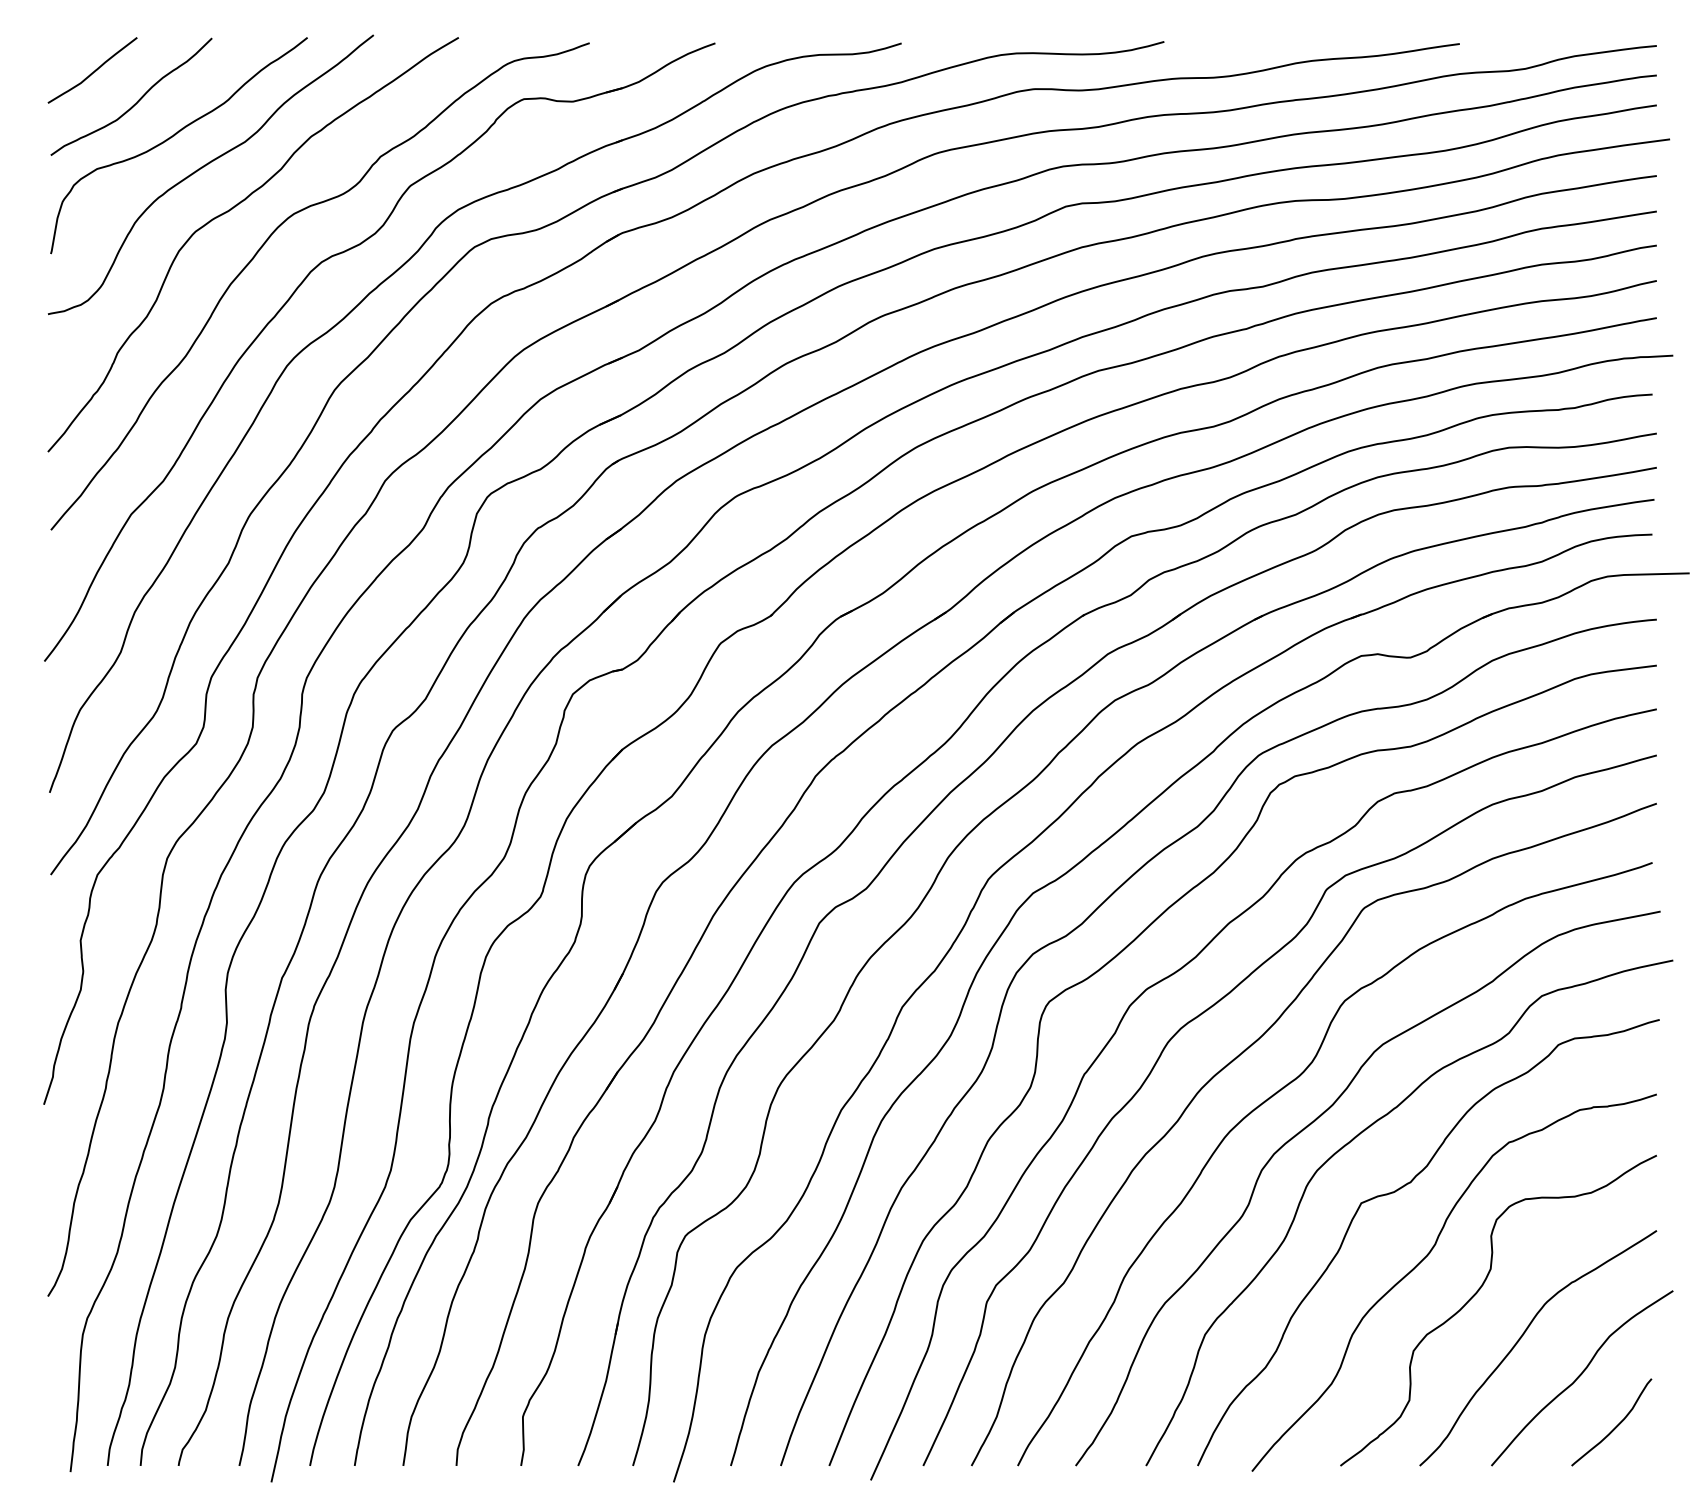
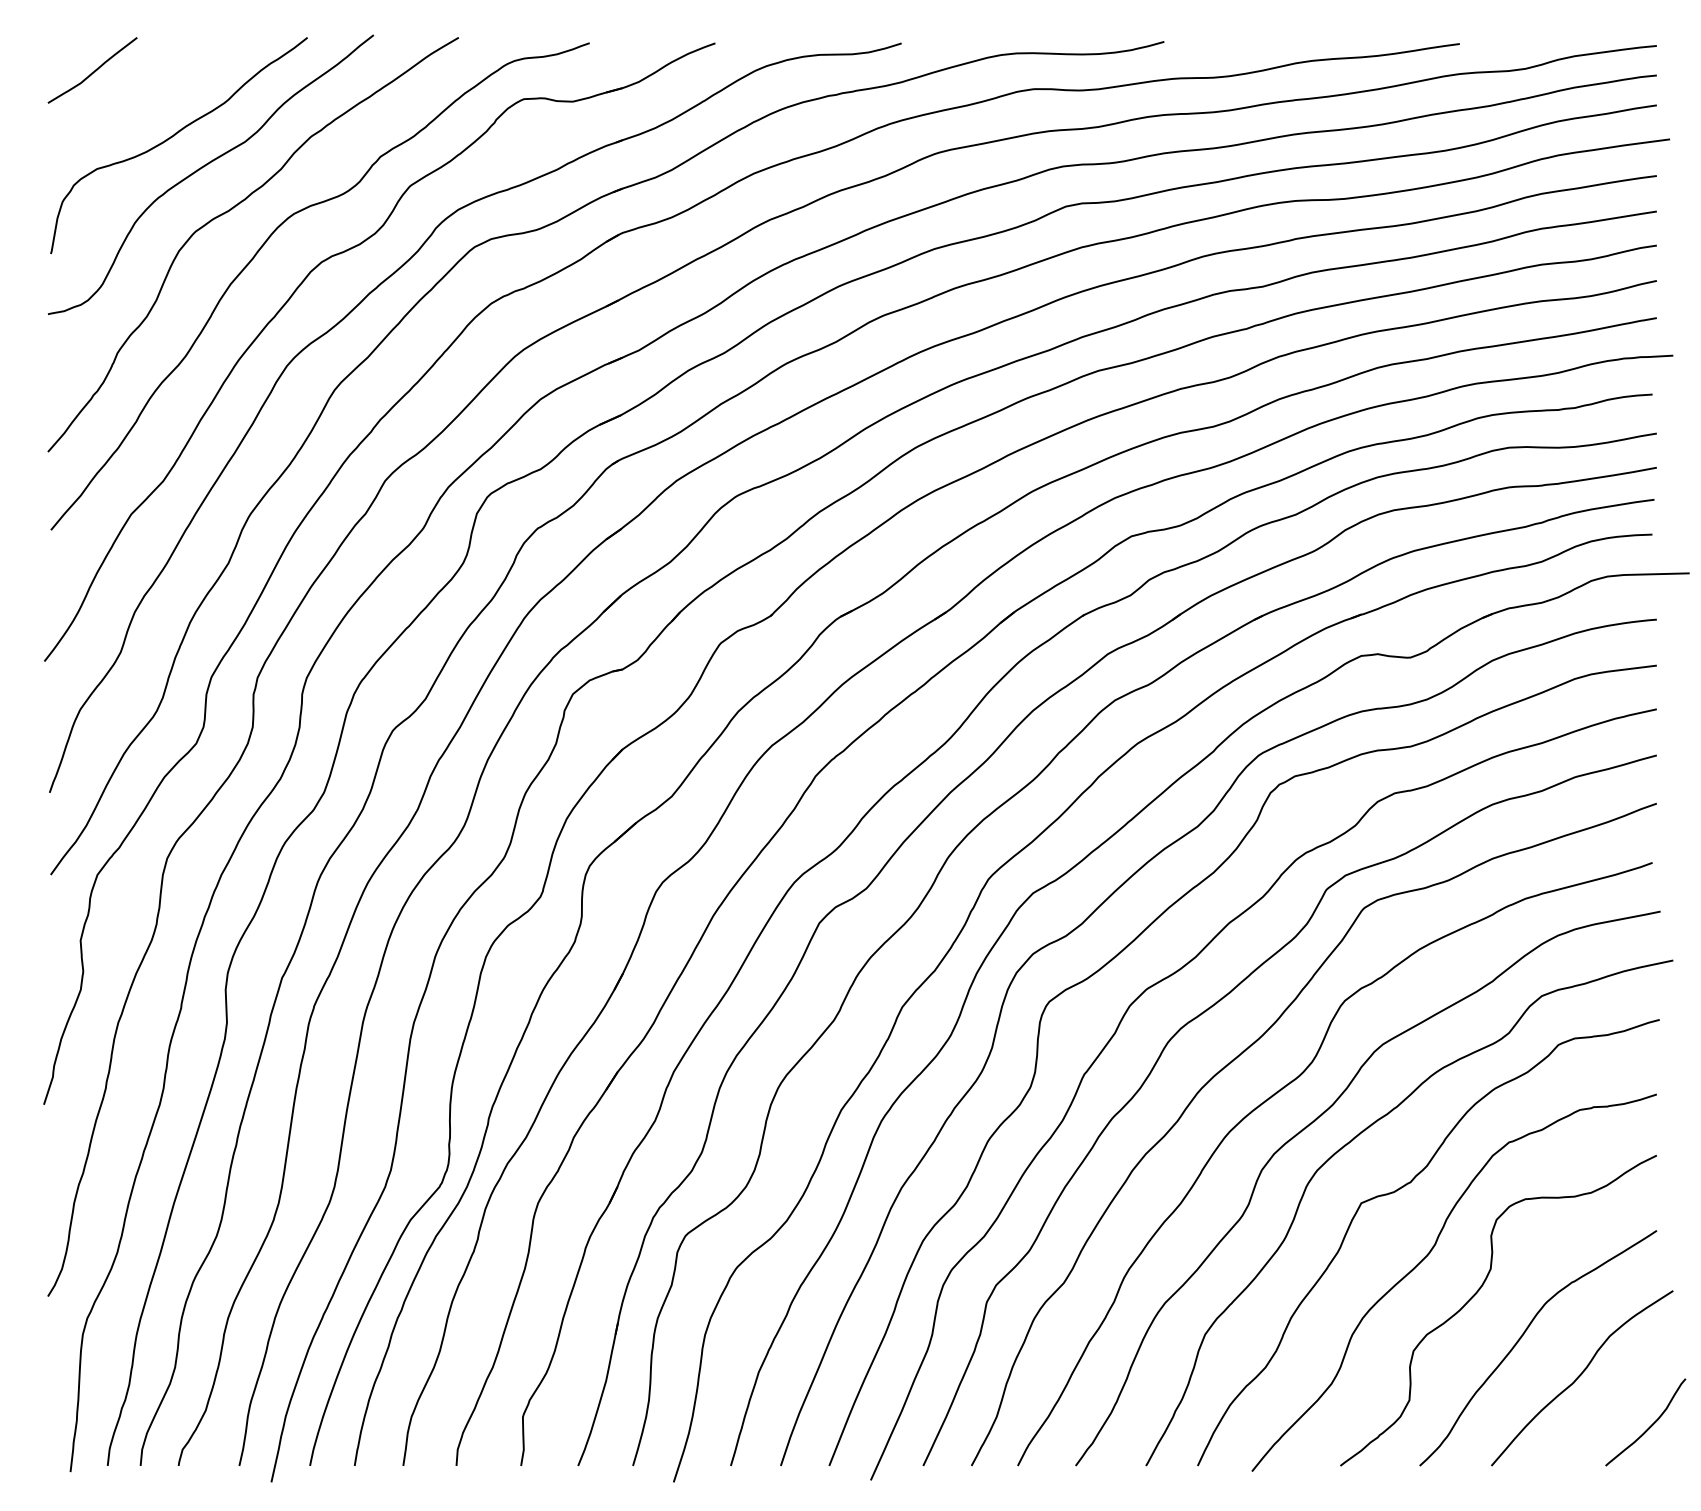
curve at (137, 100): present -> none
curve at (1615, 1426) position: (1615, 1426) -> (1649, 1426)
